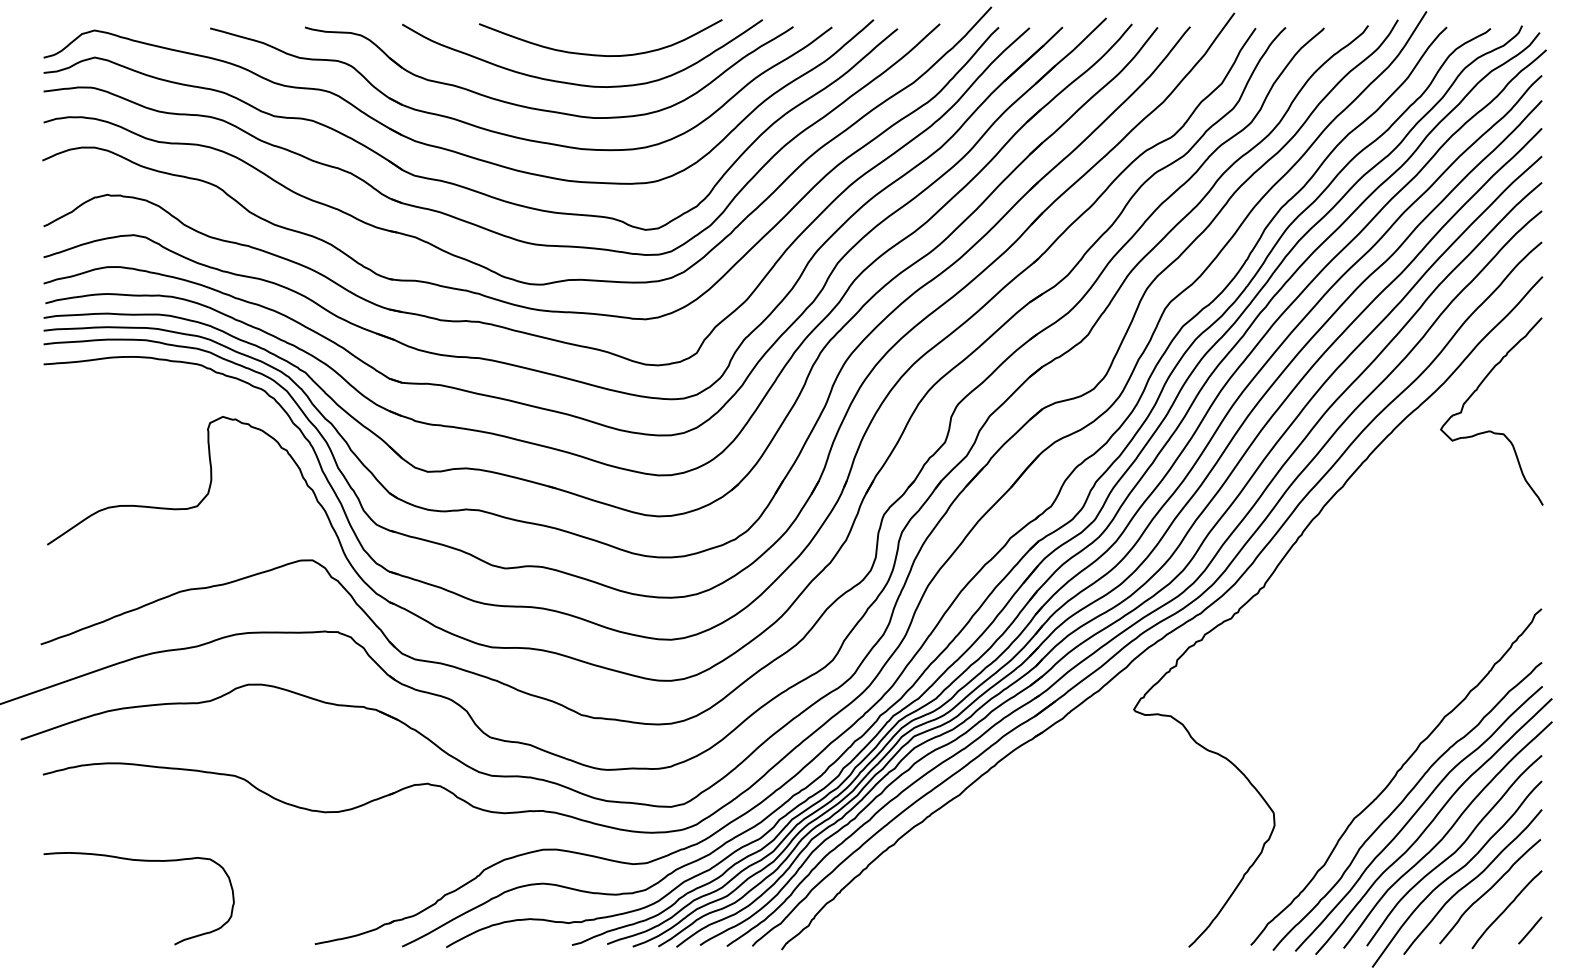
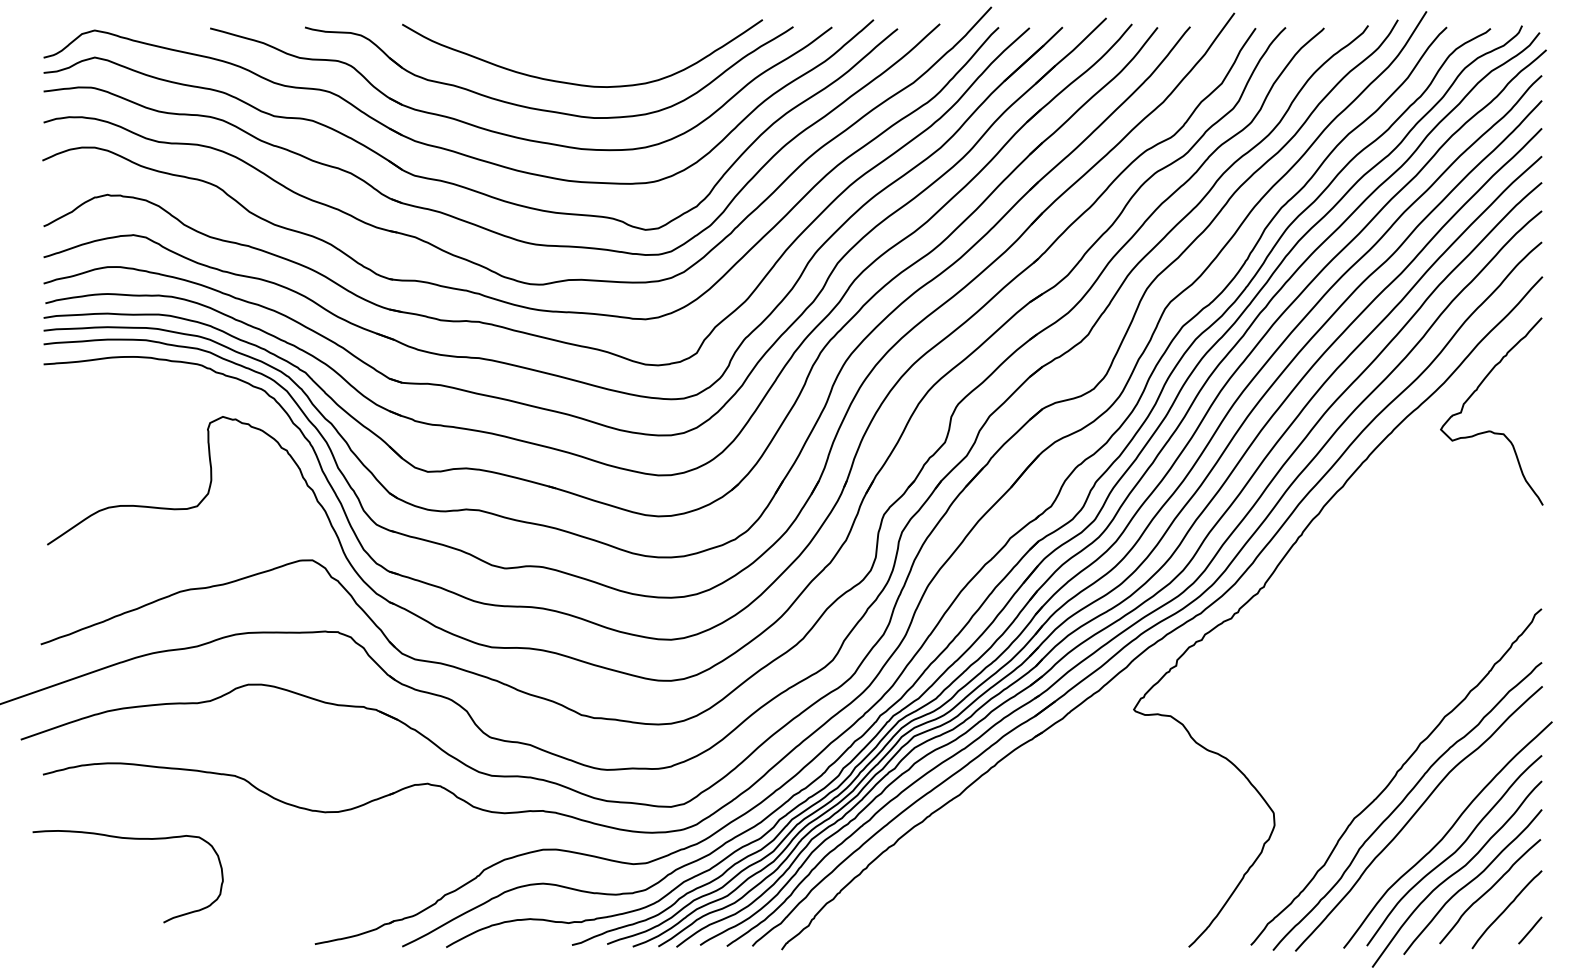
curve at (600, 54): present -> none
curve at (1430, 825): present -> none
curve at (138, 861) position: (138, 861) -> (127, 839)
